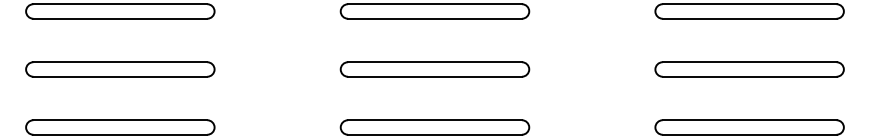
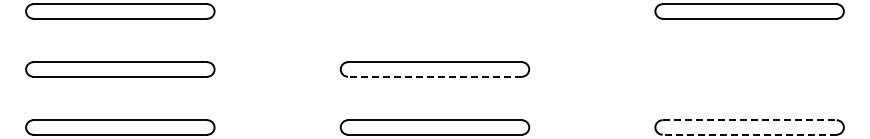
part at (434, 11): present -> none
part at (749, 69): present -> none
line at (434, 76): solid -> dashed
line at (749, 120): solid -> dashed
line at (749, 134): solid -> dashed
